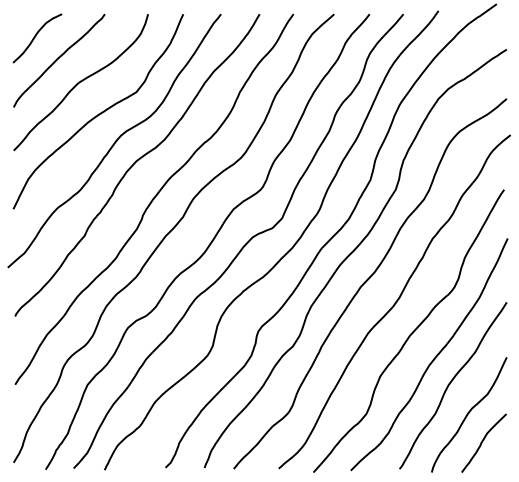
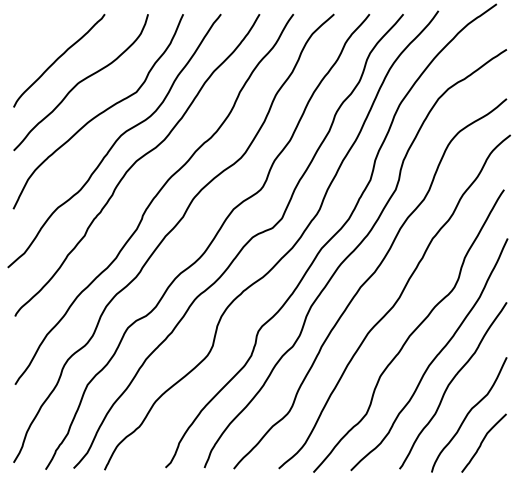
curve at (36, 36): present -> none
